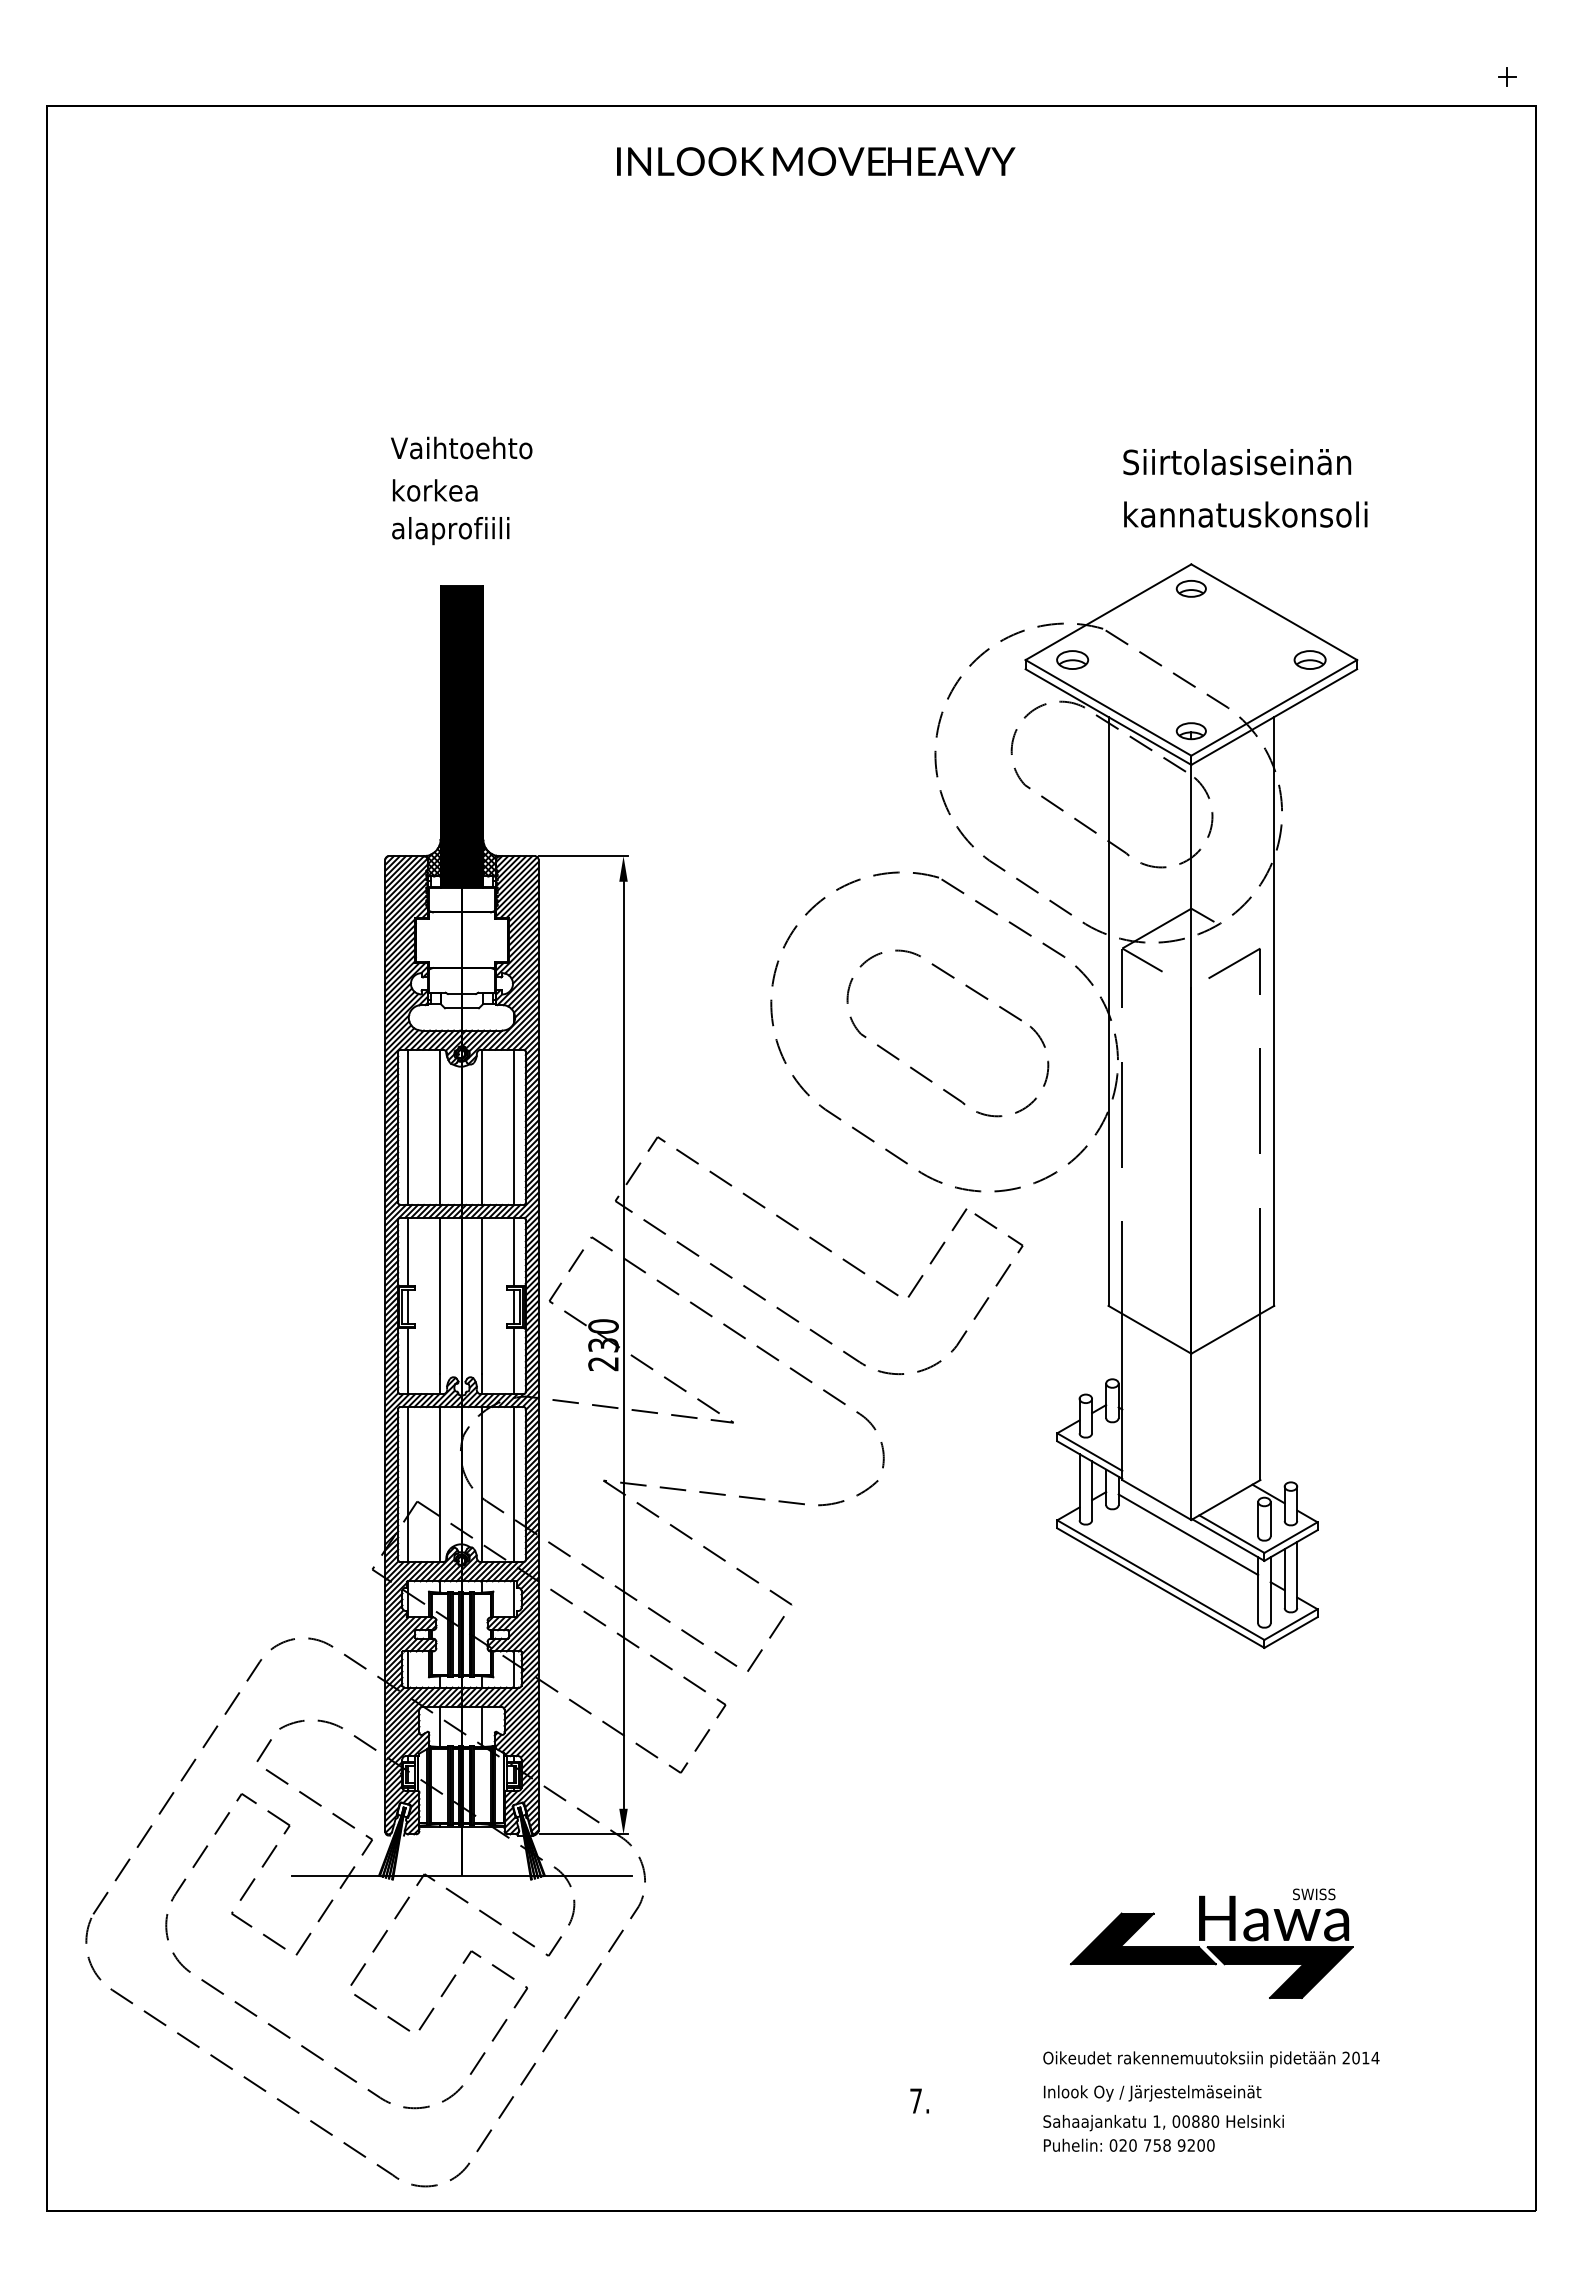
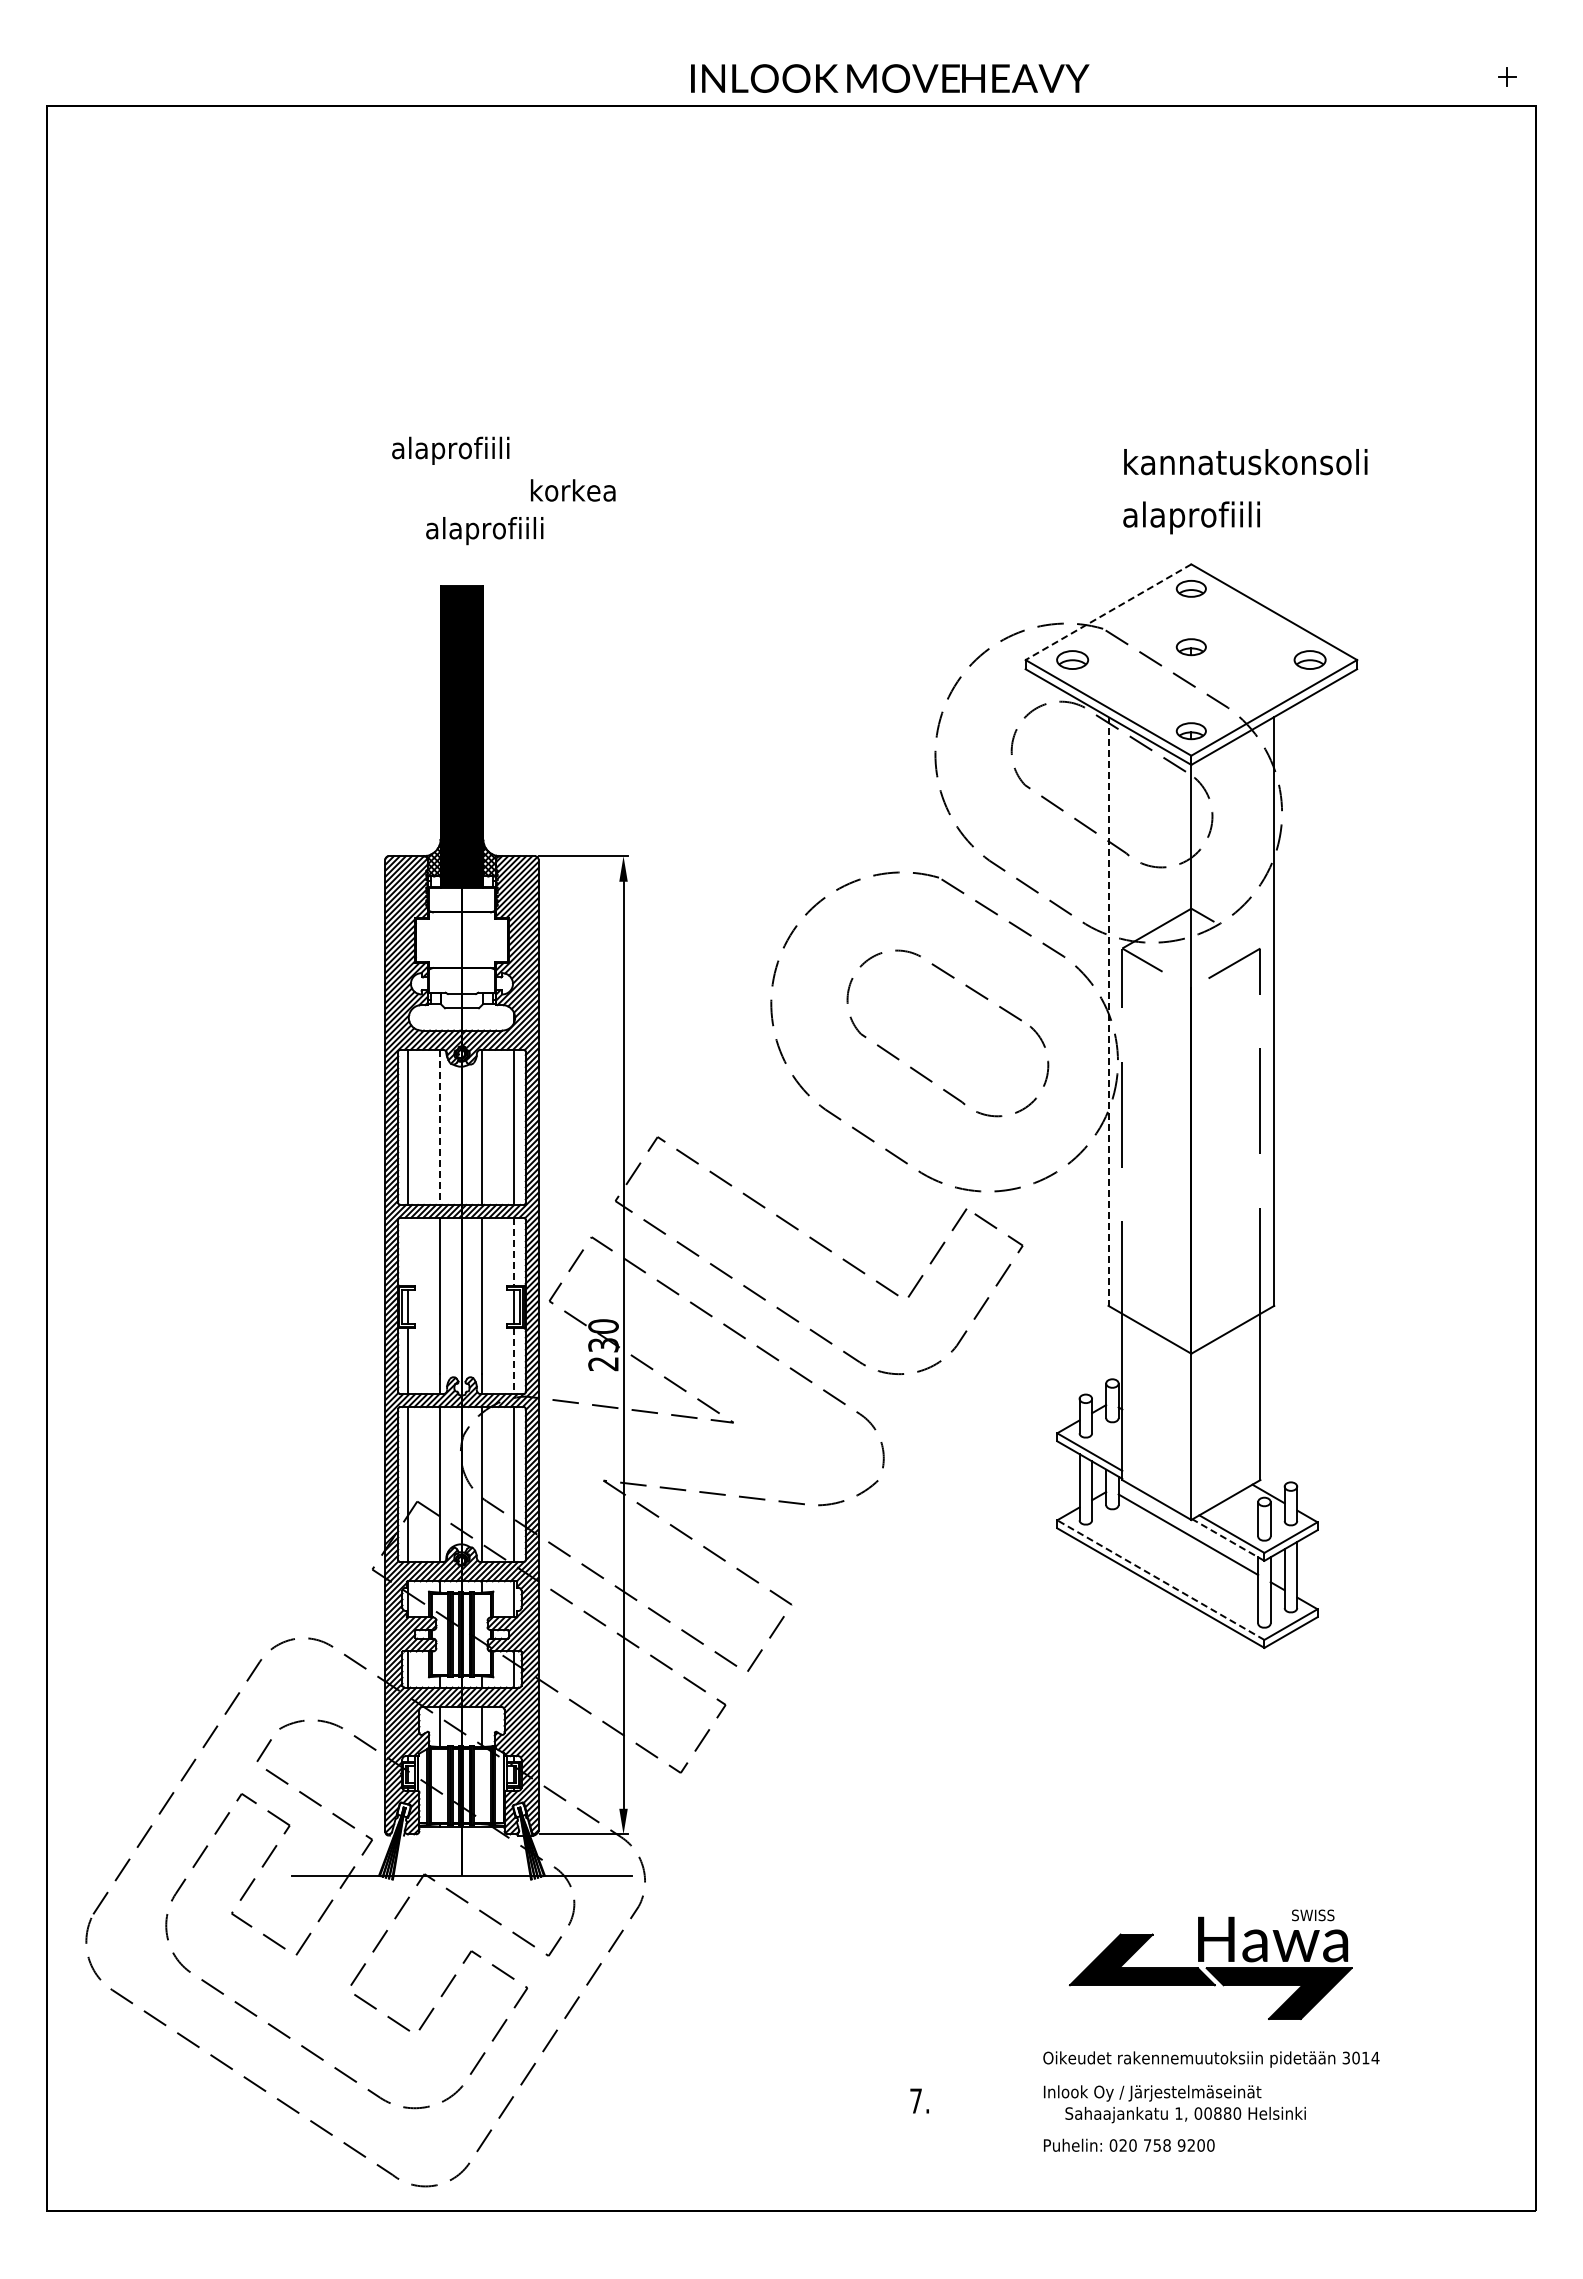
text at (816, 161) position: (816, 161) -> (890, 78)
text at (461, 450): Vaihtoehto -> alaprofiili
text at (1245, 462): Siirtolasiseinän -> kannatuskonsoli
text at (435, 490) position: (435, 490) -> (573, 490)
text at (1245, 517): kannatuskonsoli -> alaprofiili
text at (450, 531) position: (450, 531) -> (484, 531)
line at (1108, 612): solid -> dashed
part at (1190, 647): none -> present
line at (1108, 1011): solid -> dashed
line at (440, 1127): solid -> dashed
line at (408, 1251): present -> none
line at (514, 1252): solid -> dashed
line at (514, 1361): solid -> dashed
line at (1228, 1540): solid -> dashed
line at (1160, 1580): solid -> dashed
part at (1211, 1943) position: (1211, 1943) -> (1210, 1964)
text at (1345, 2058): 2014 -> 3014
text at (1163, 2123) position: (1163, 2123) -> (1185, 2115)
